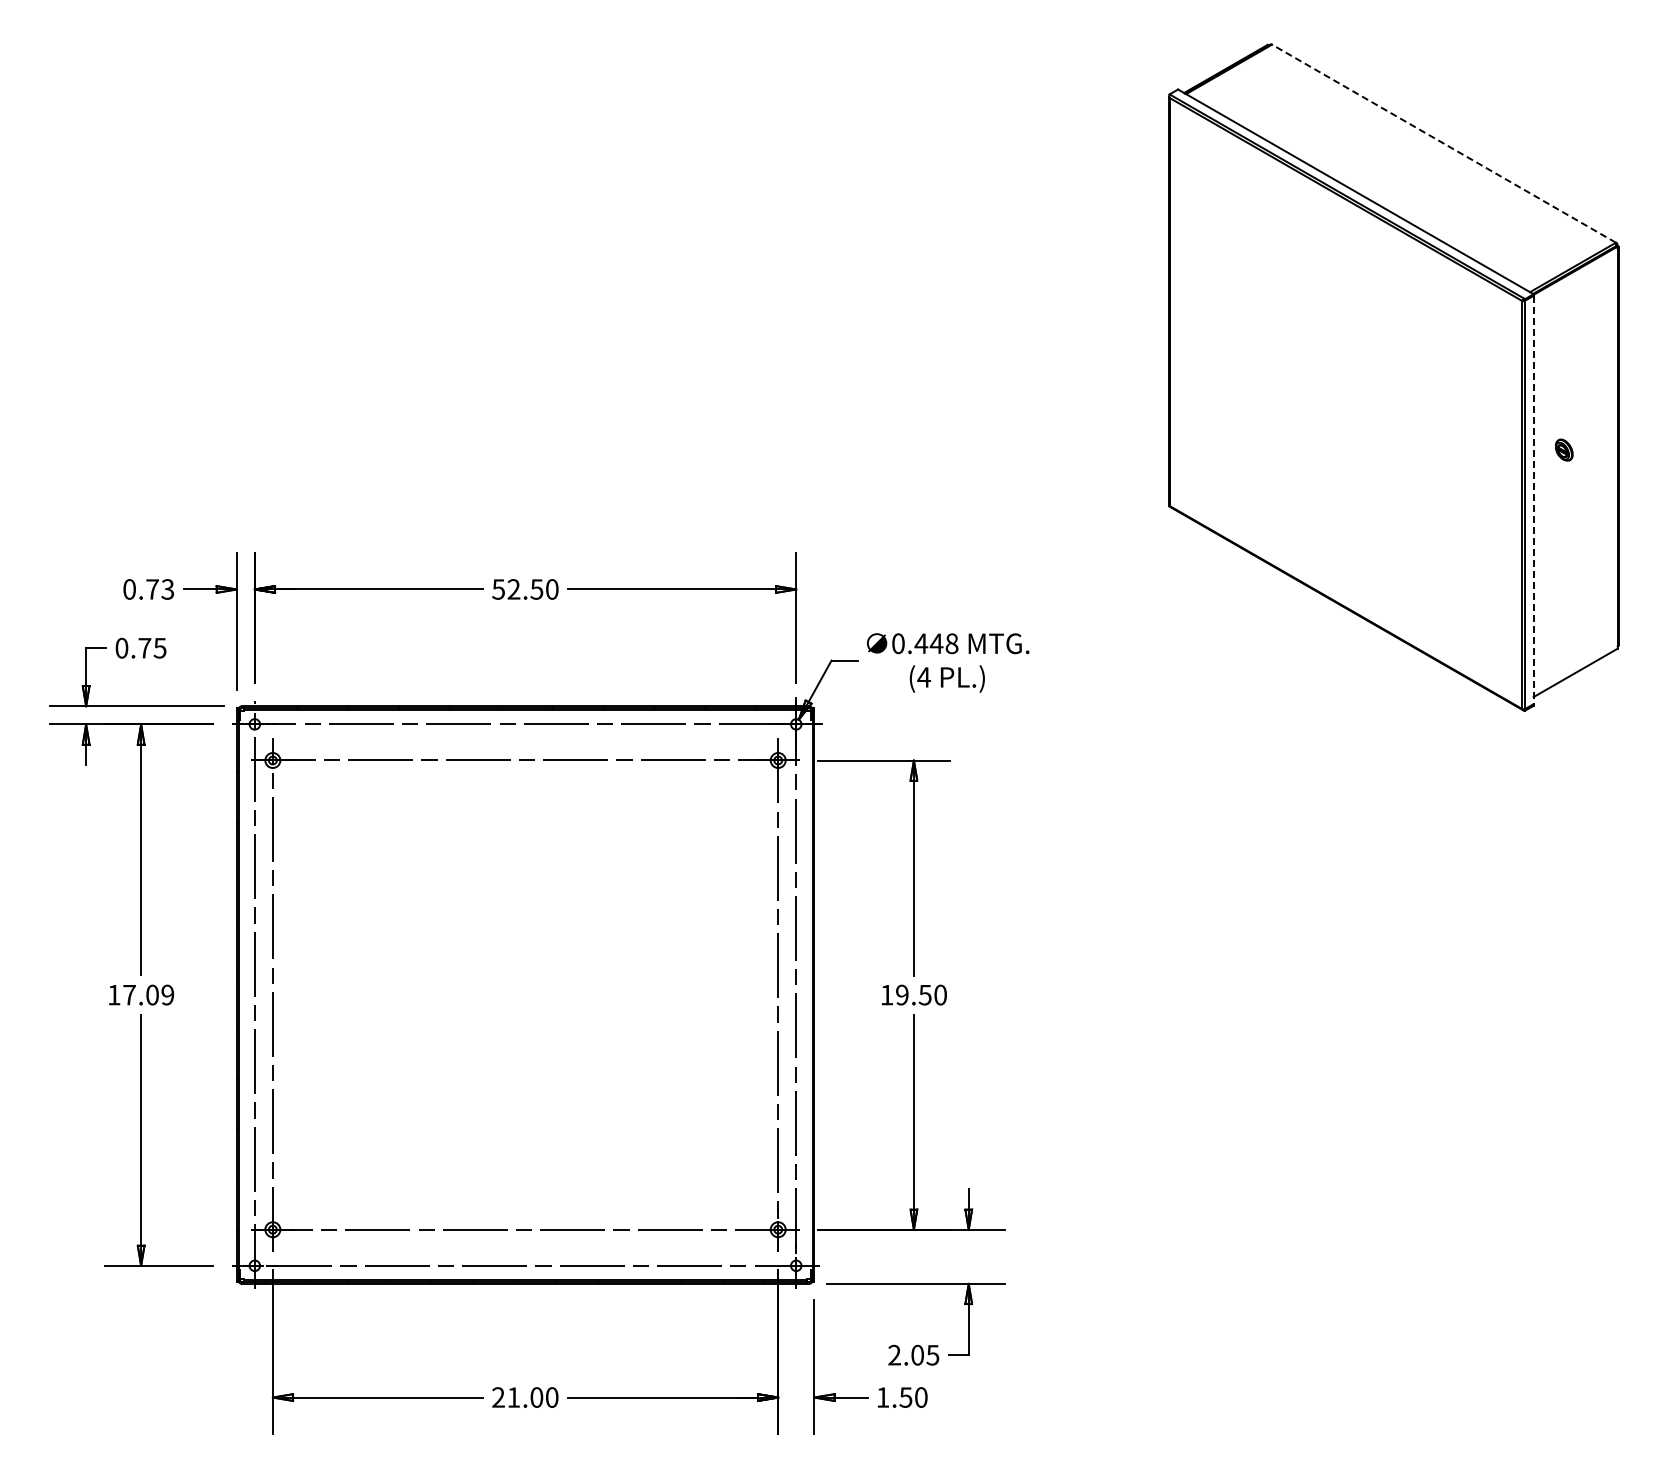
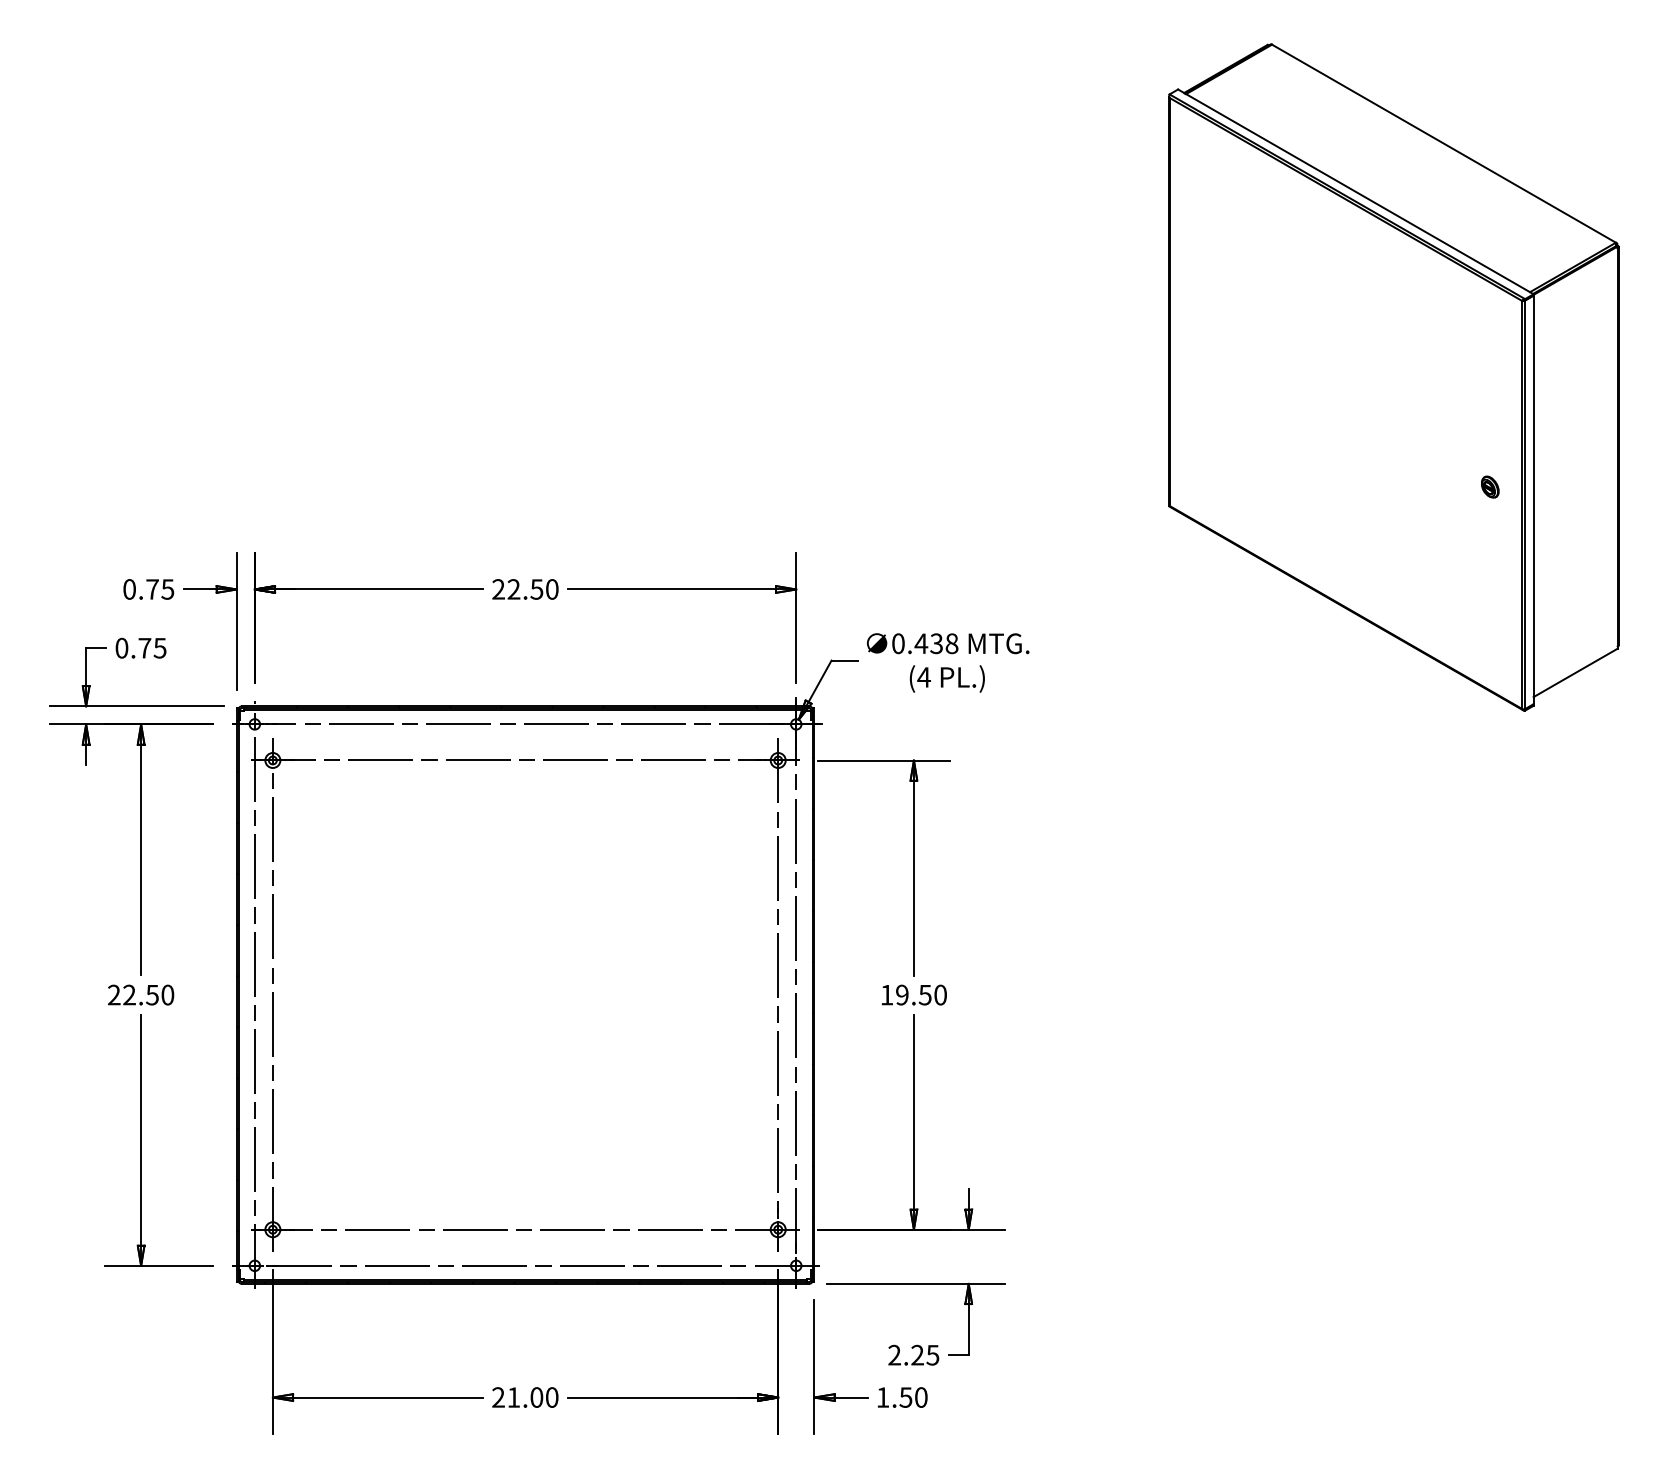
line at (1443, 143): dashed -> solid
part at (1564, 449) position: (1564, 449) -> (1490, 486)
line at (1533, 500): dashed -> solid
text at (167, 589): 0.73 -> 0.75
text at (498, 589): 52.50 -> 22.50
text at (936, 643): 0.448 -> 0.438
text at (141, 994): 17.09 -> 22.50
text at (917, 1355): 2.05 -> 2.25
